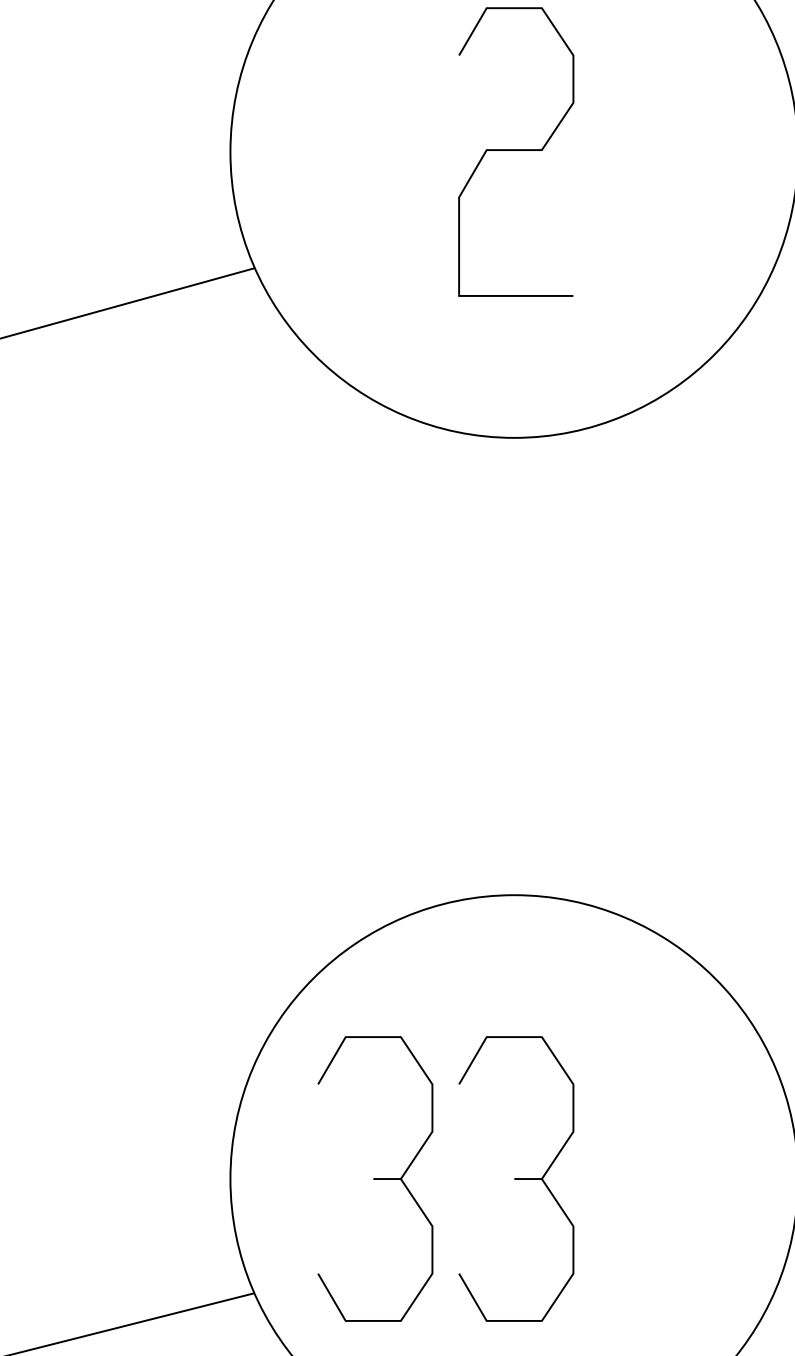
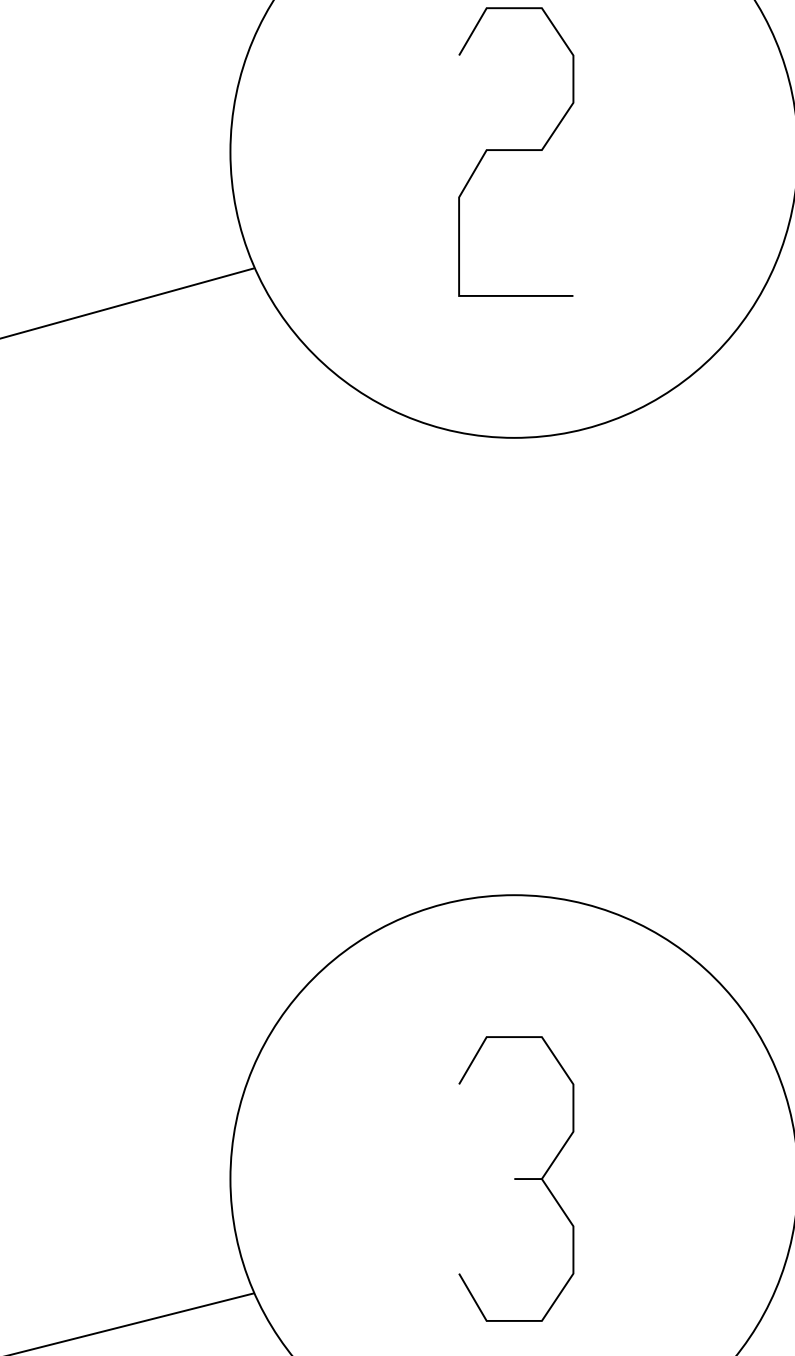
part at (375, 1178): present -> none
